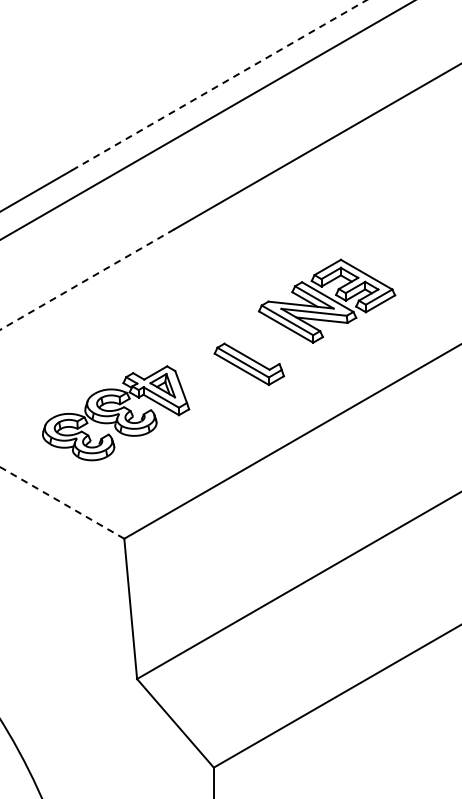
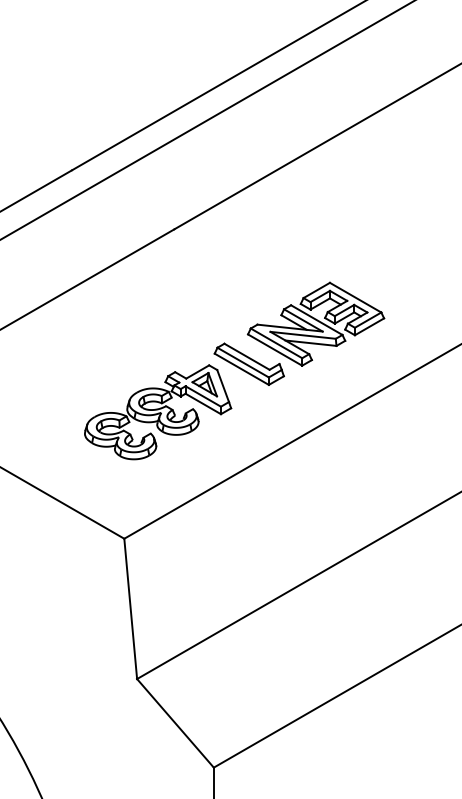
line at (219, 85): dashed -> solid
line at (87, 279): dashed -> solid
part at (326, 300) position: (326, 300) -> (315, 323)
part at (116, 413) position: (116, 413) -> (158, 412)
line at (62, 502): dashed -> solid
